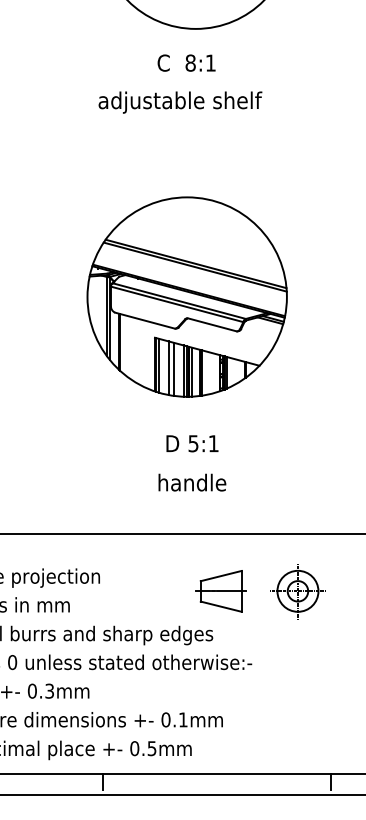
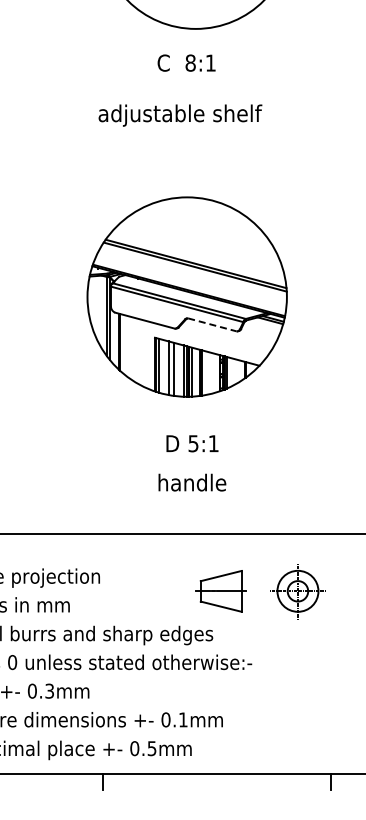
text at (180, 102) position: (180, 102) -> (180, 115)
line at (212, 324): solid -> dashed
line at (182, 795): present -> none
